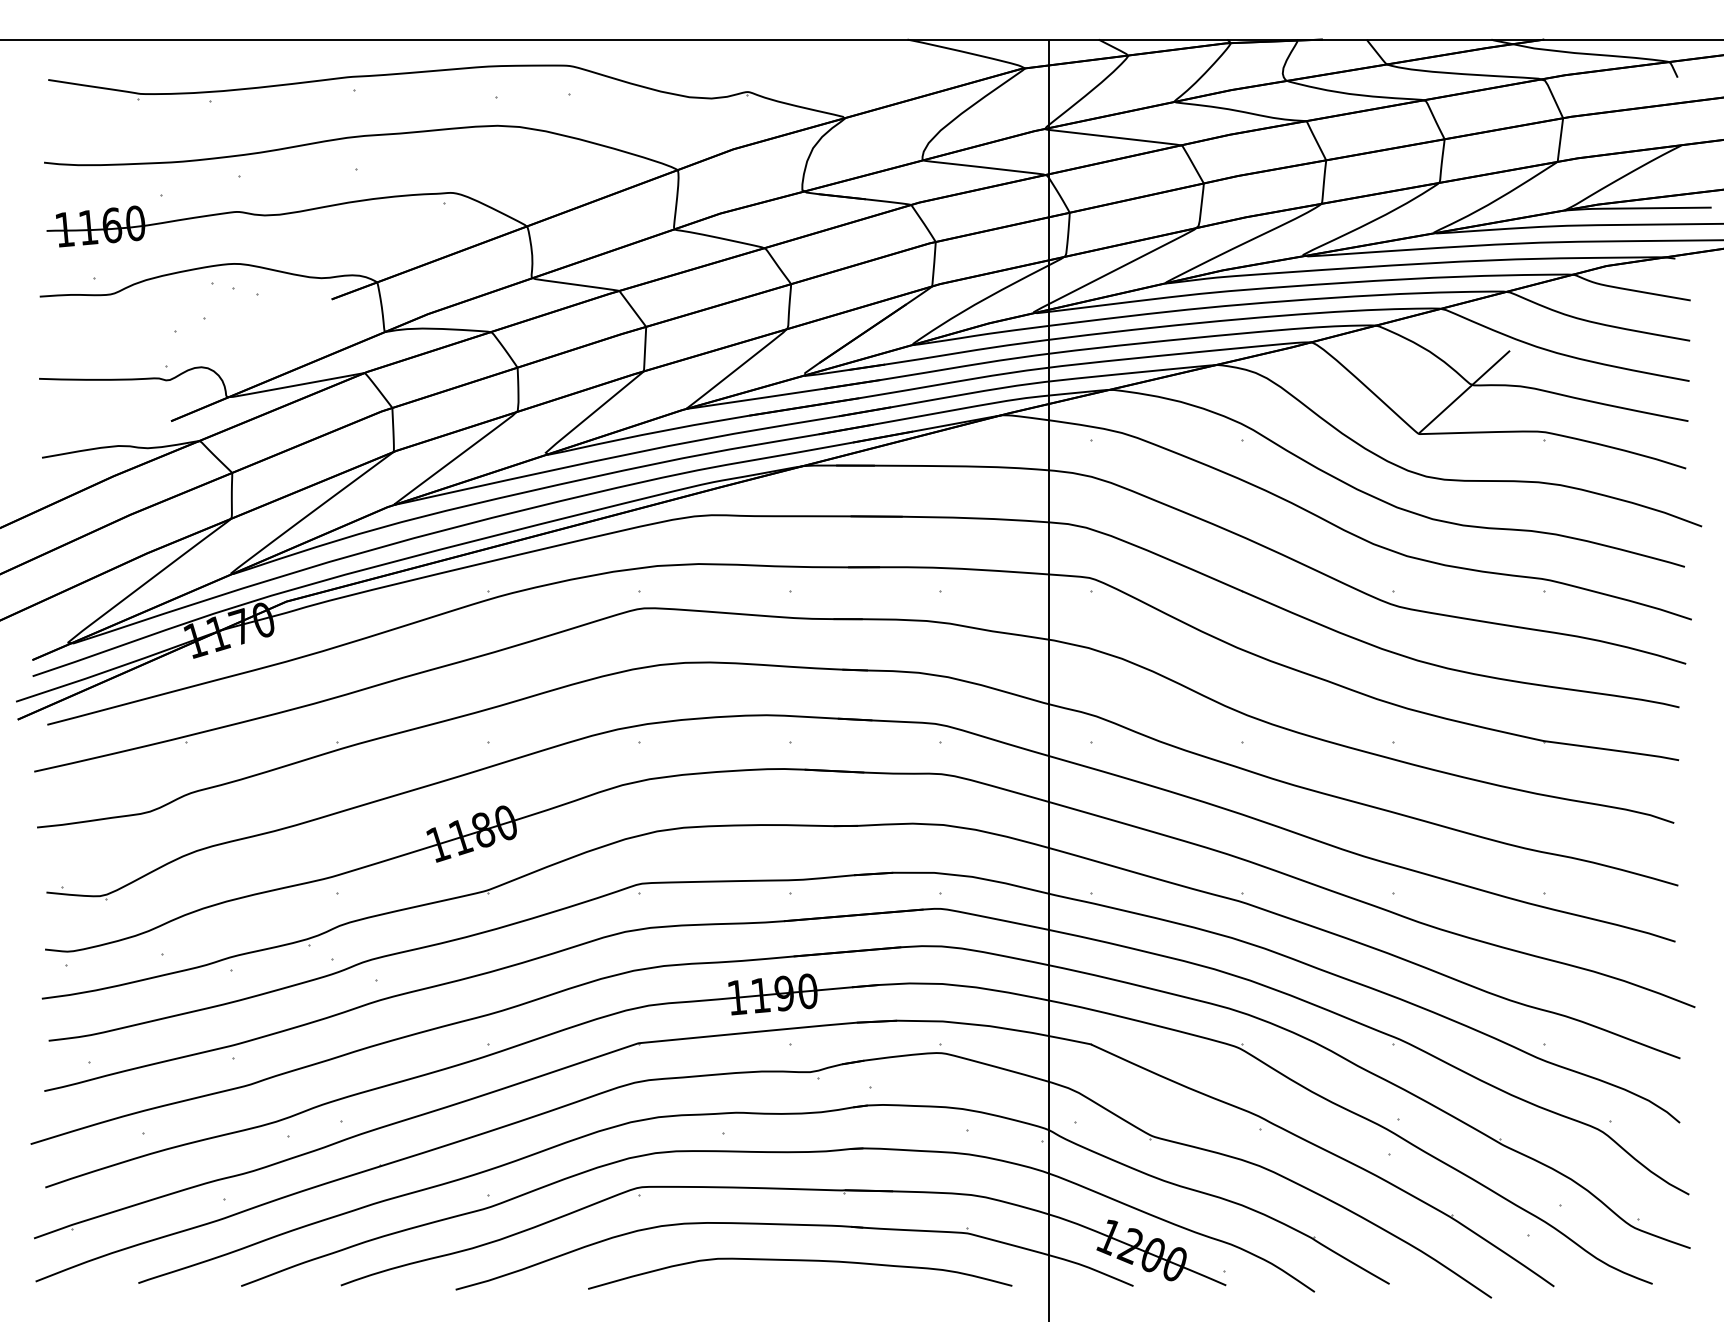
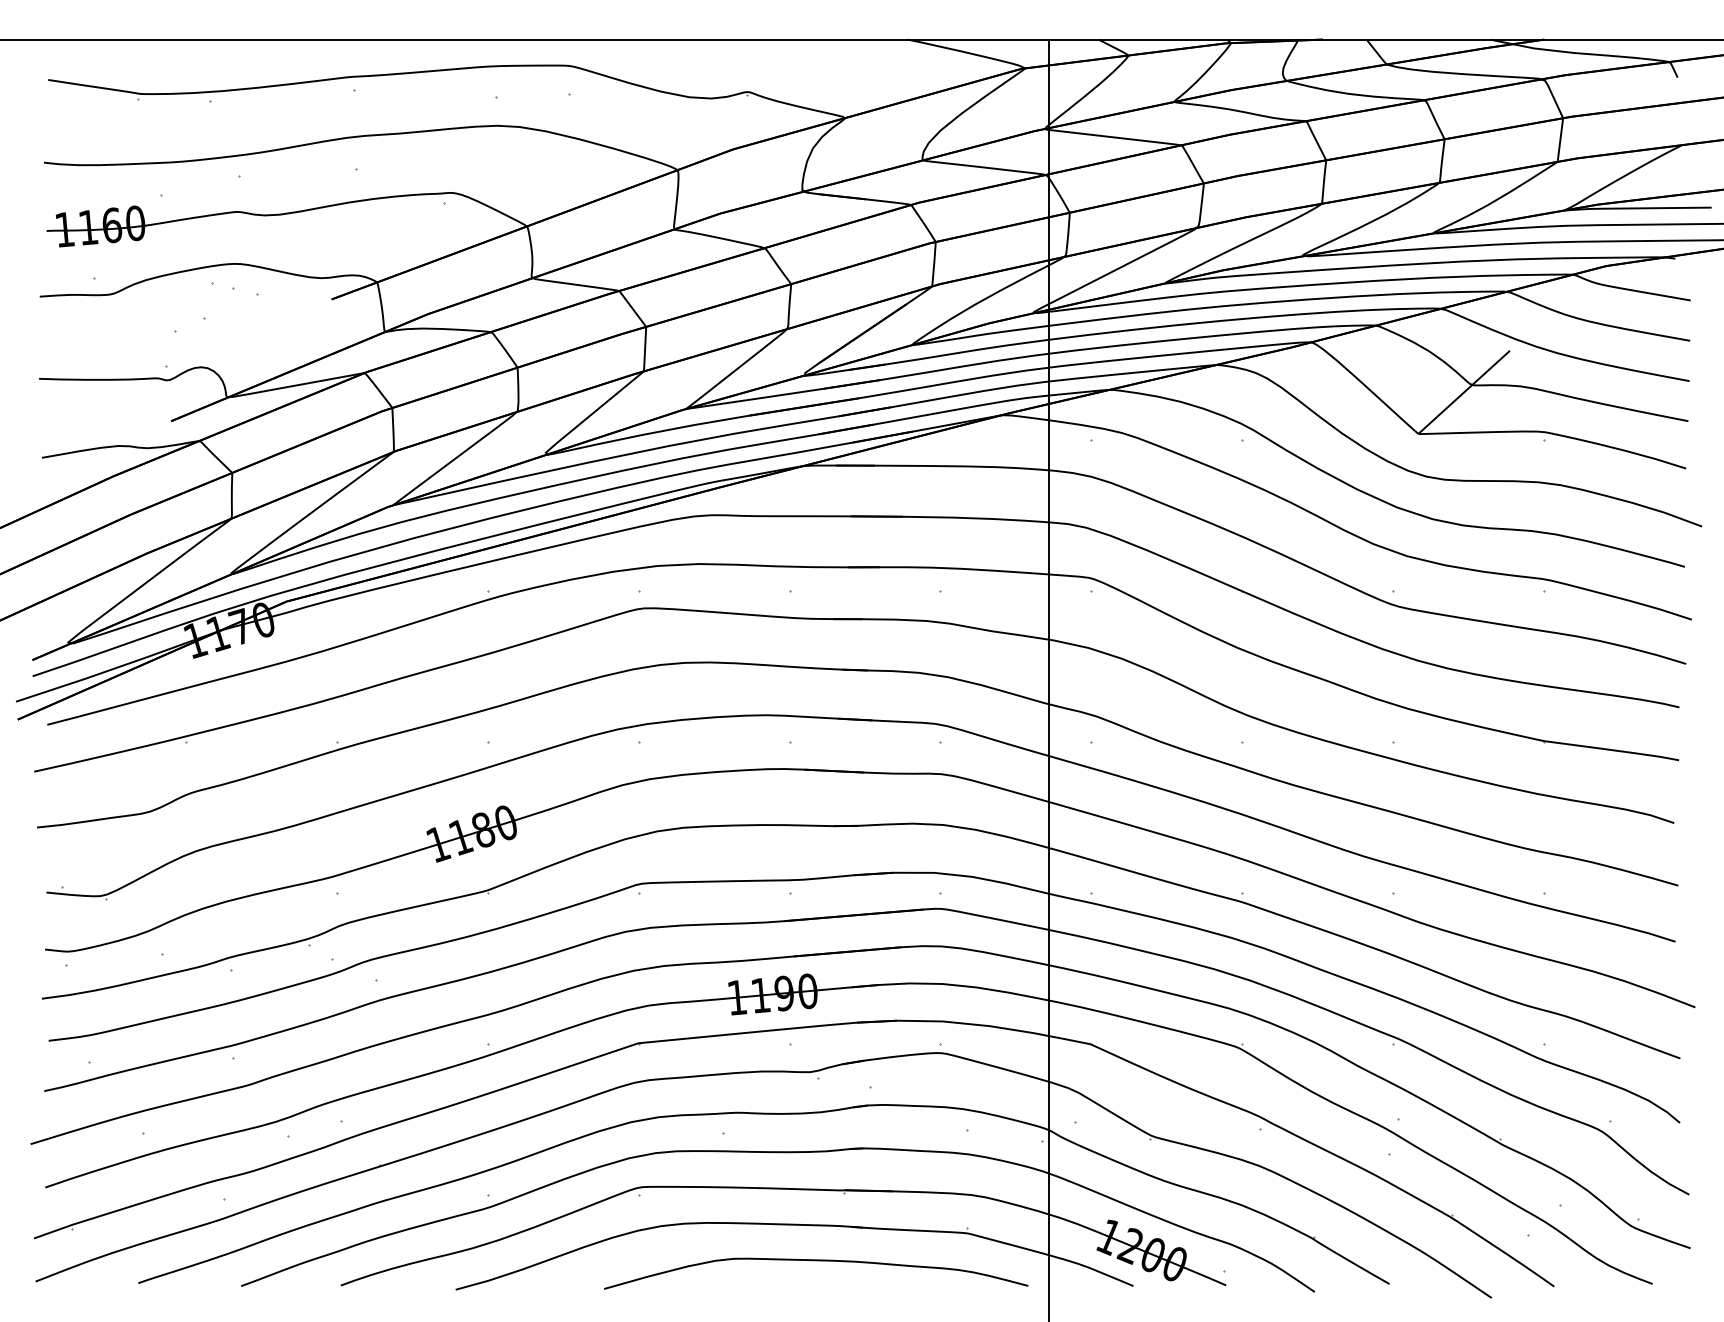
curve at (800, 1261) position: (800, 1261) -> (816, 1261)
